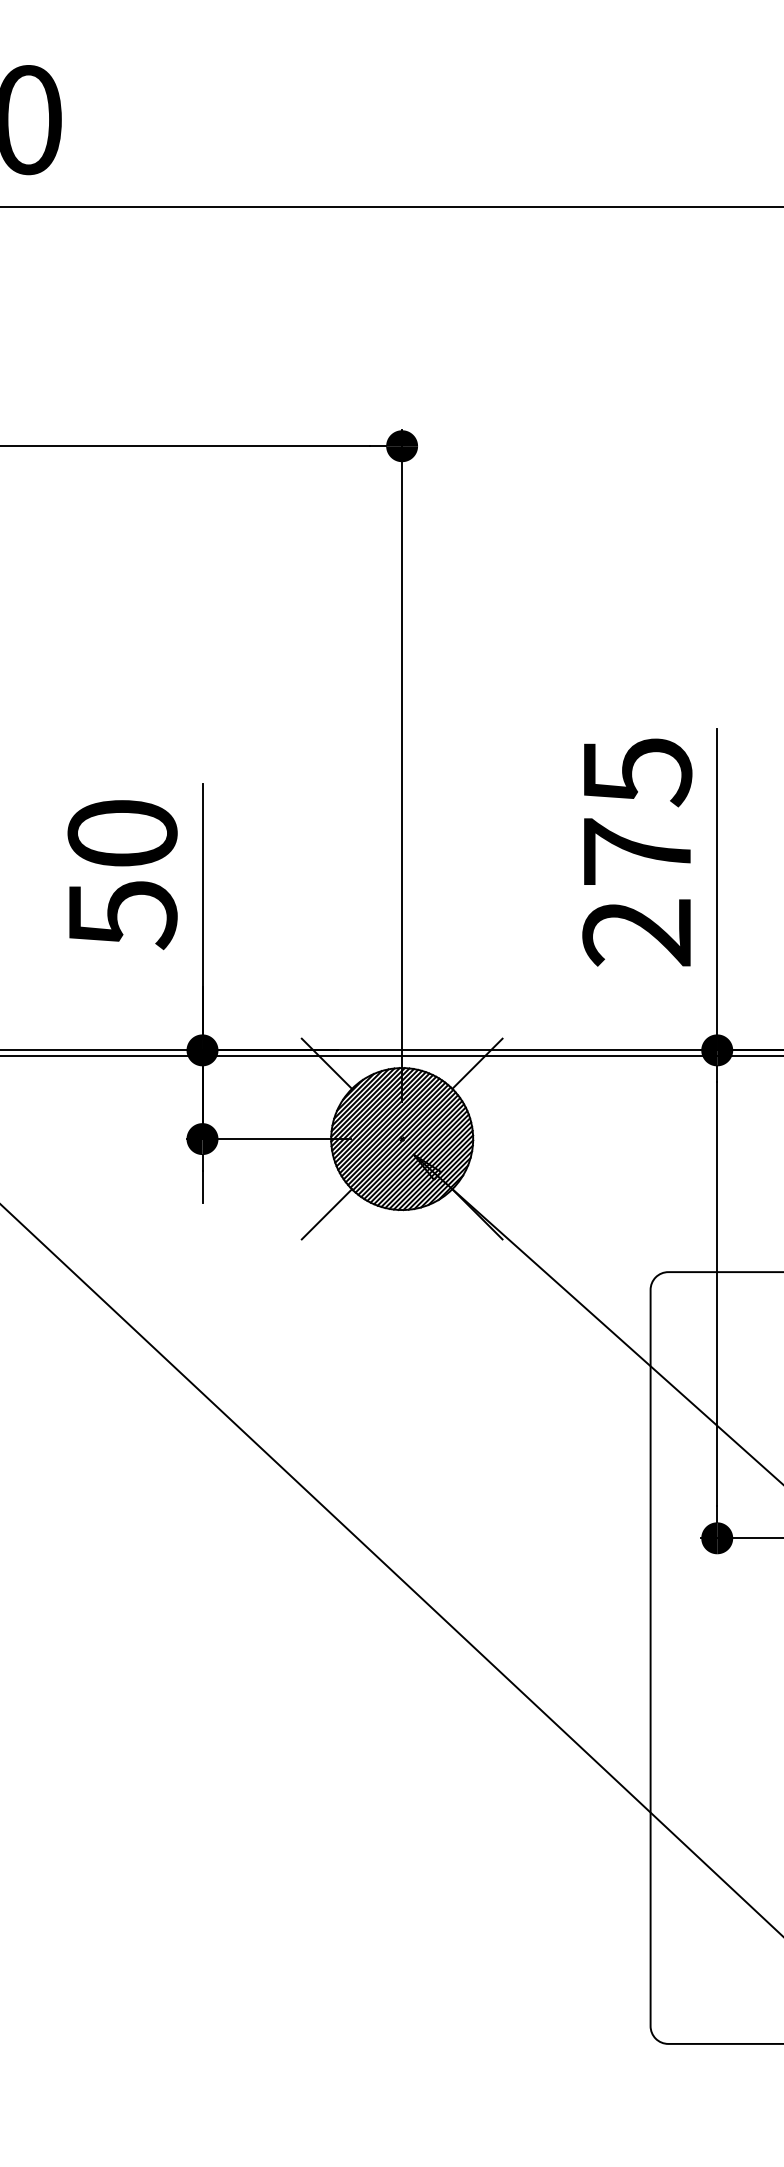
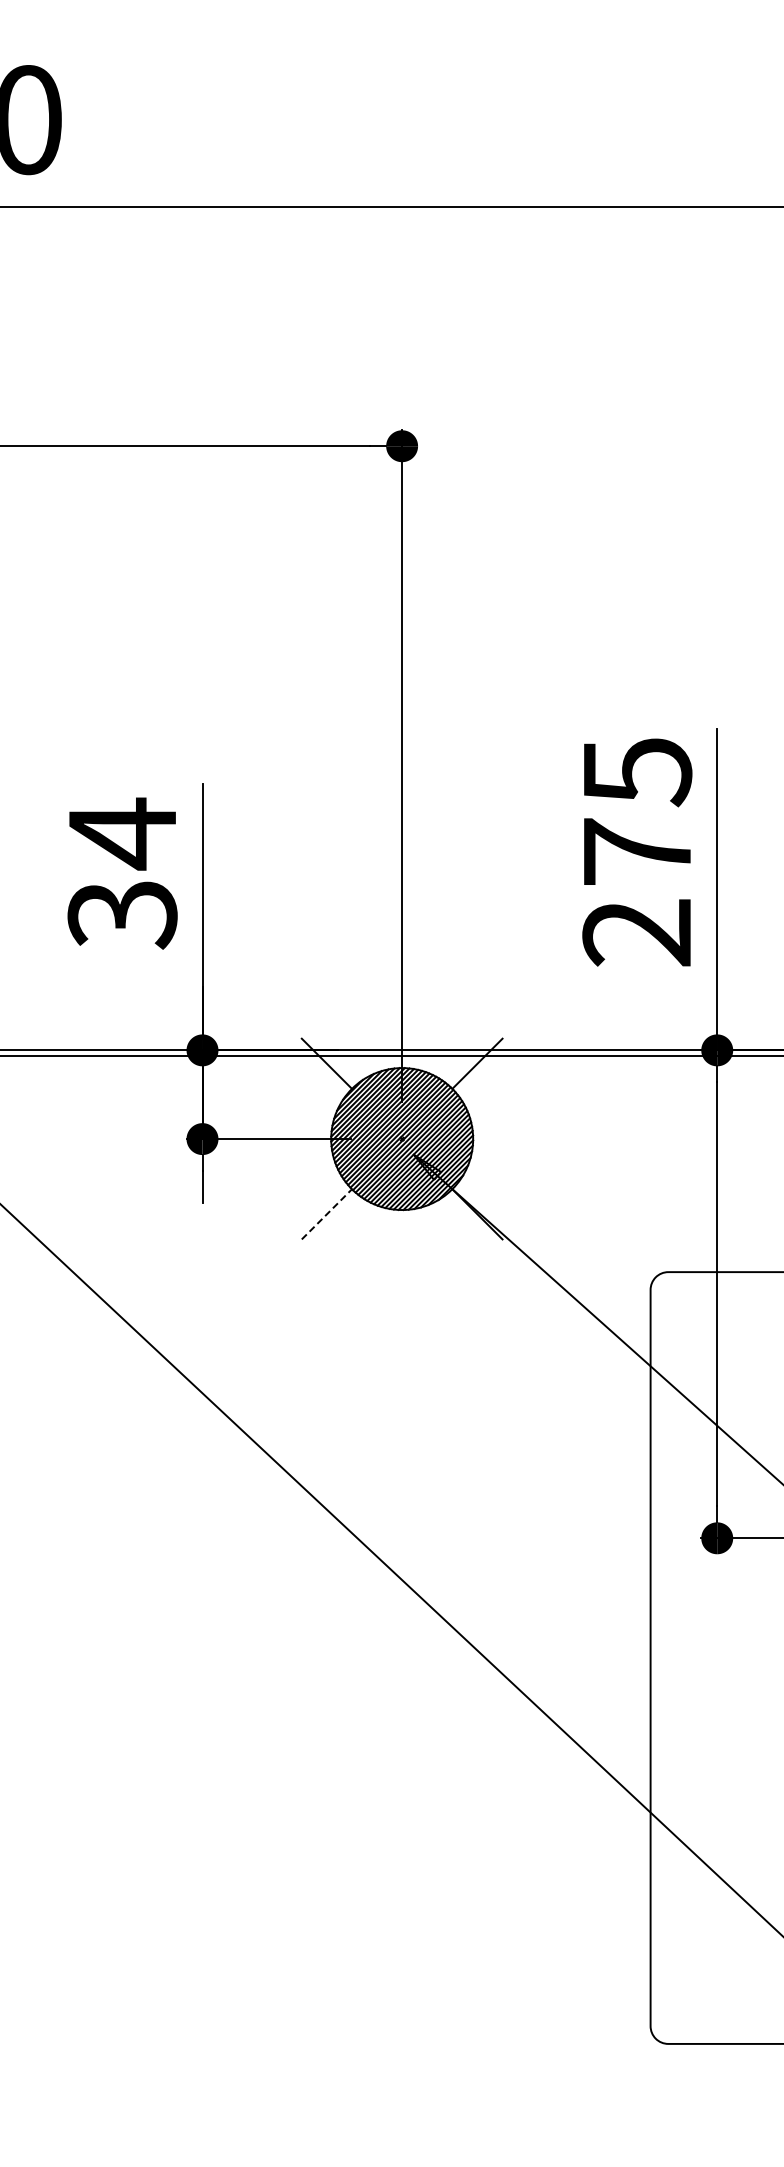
text at (122, 873): 50 -> 34
line at (327, 1213): solid -> dashed
